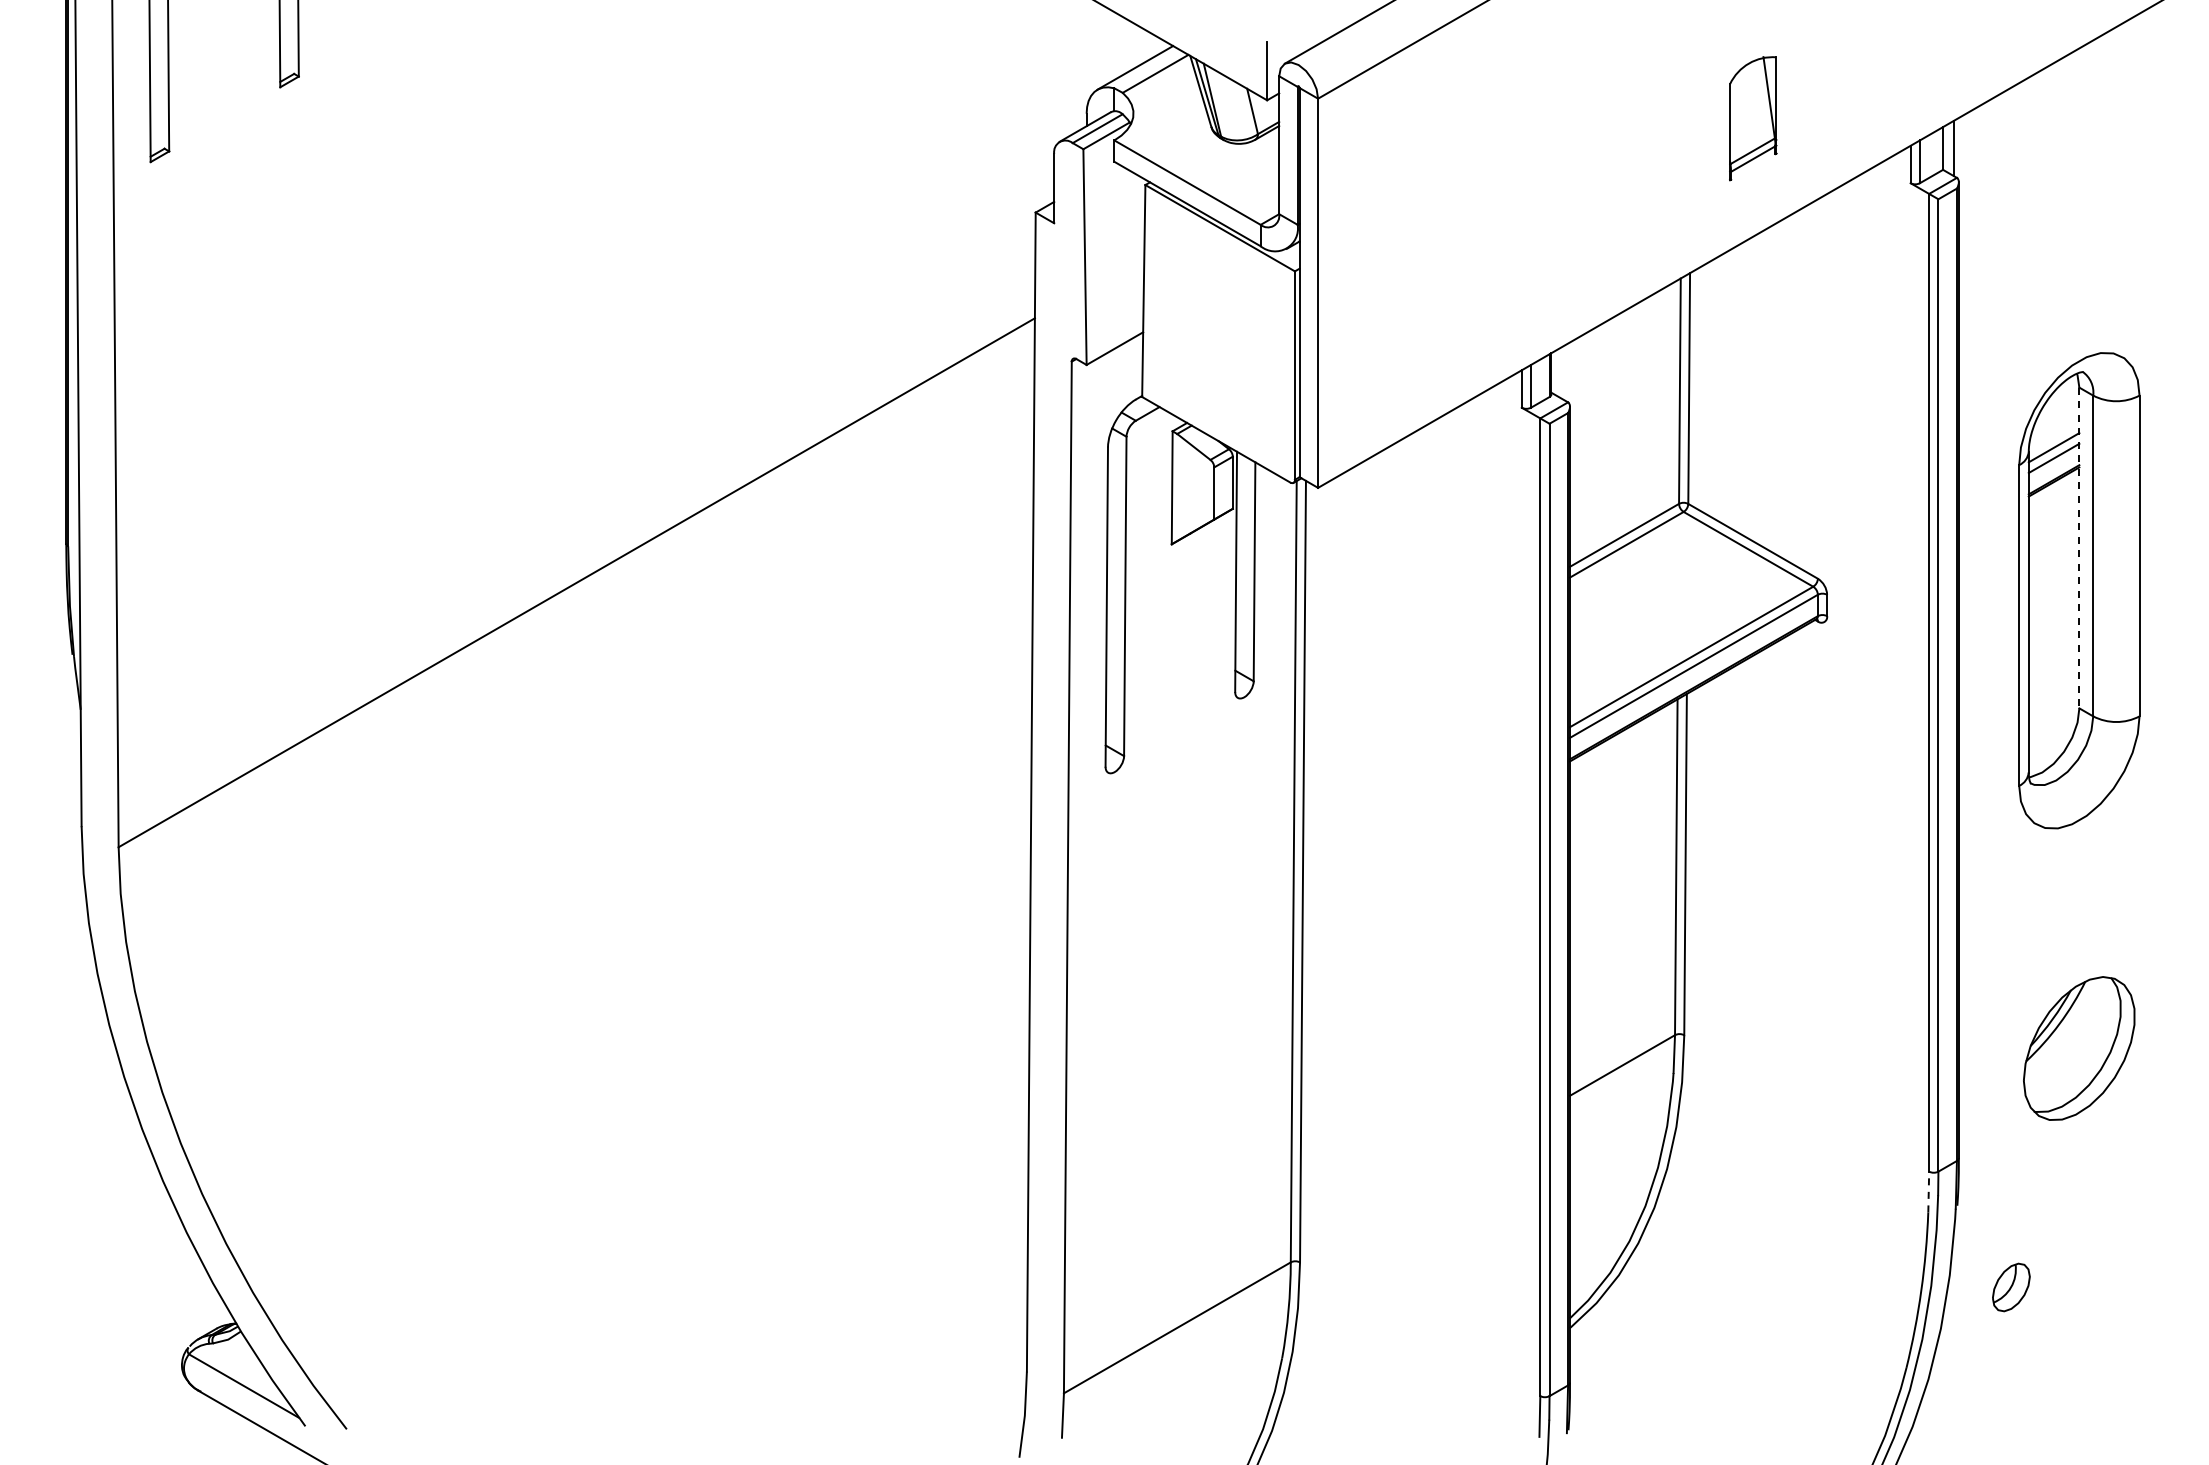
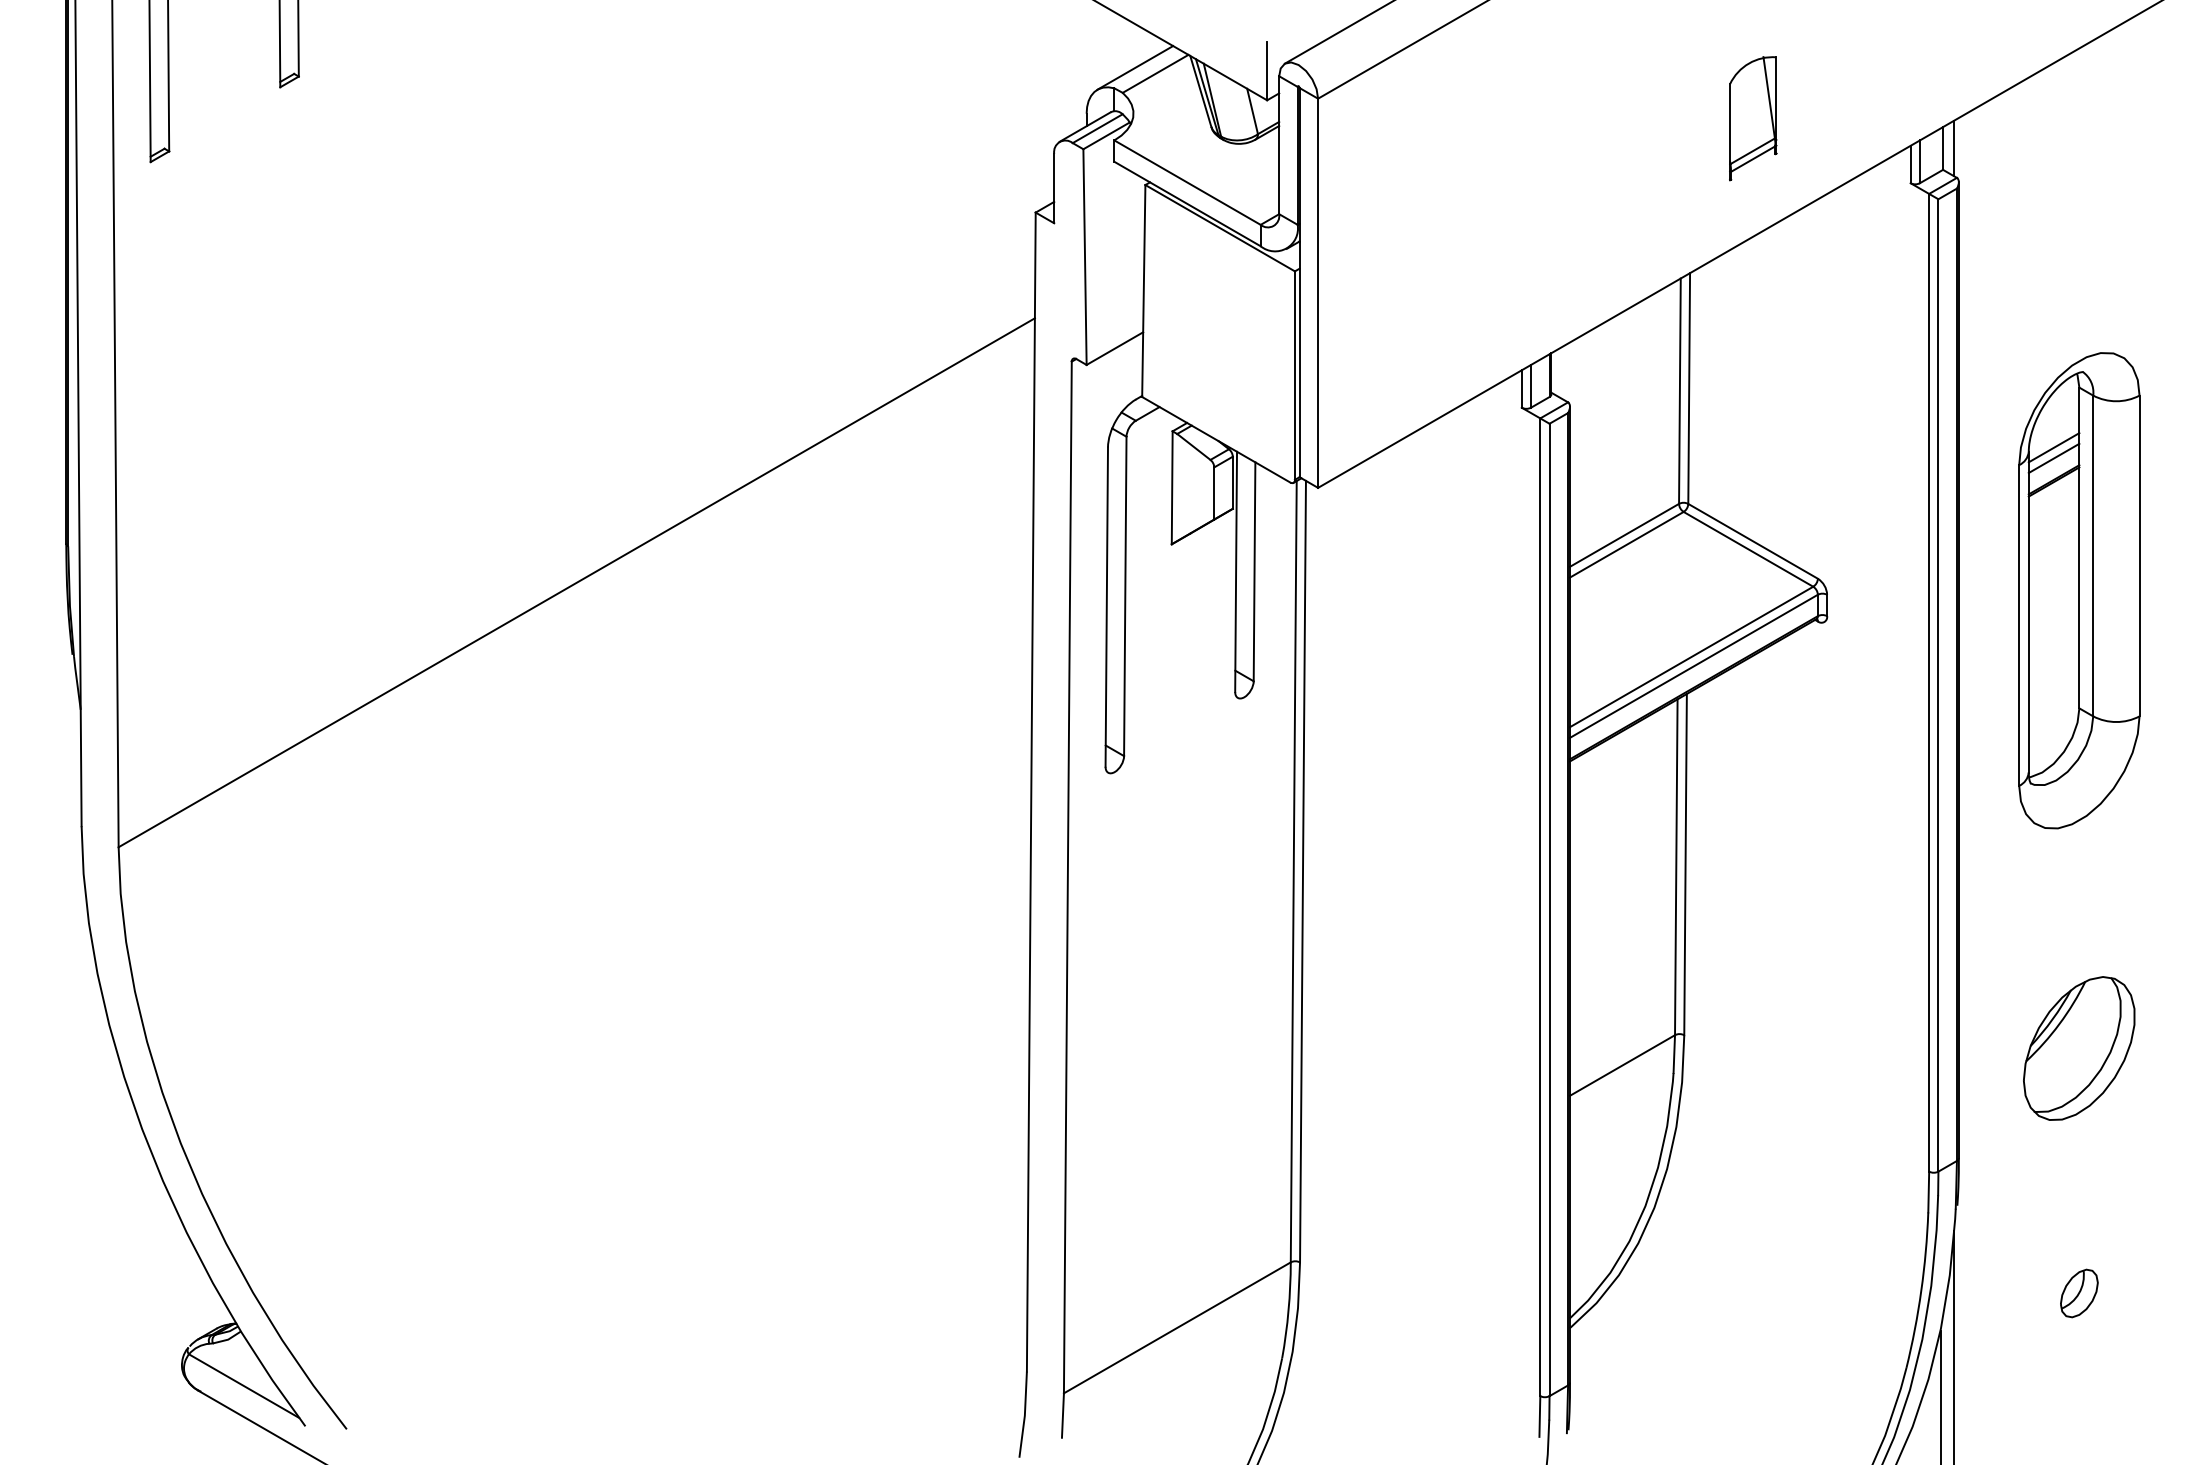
line at (2079, 548): dashed -> solid
line at (1928, 1191): dashed -> solid
part at (2011, 1287) position: (2011, 1287) -> (2079, 1293)
line at (1954, 1345): none -> present
line at (1940, 1395): none -> present
